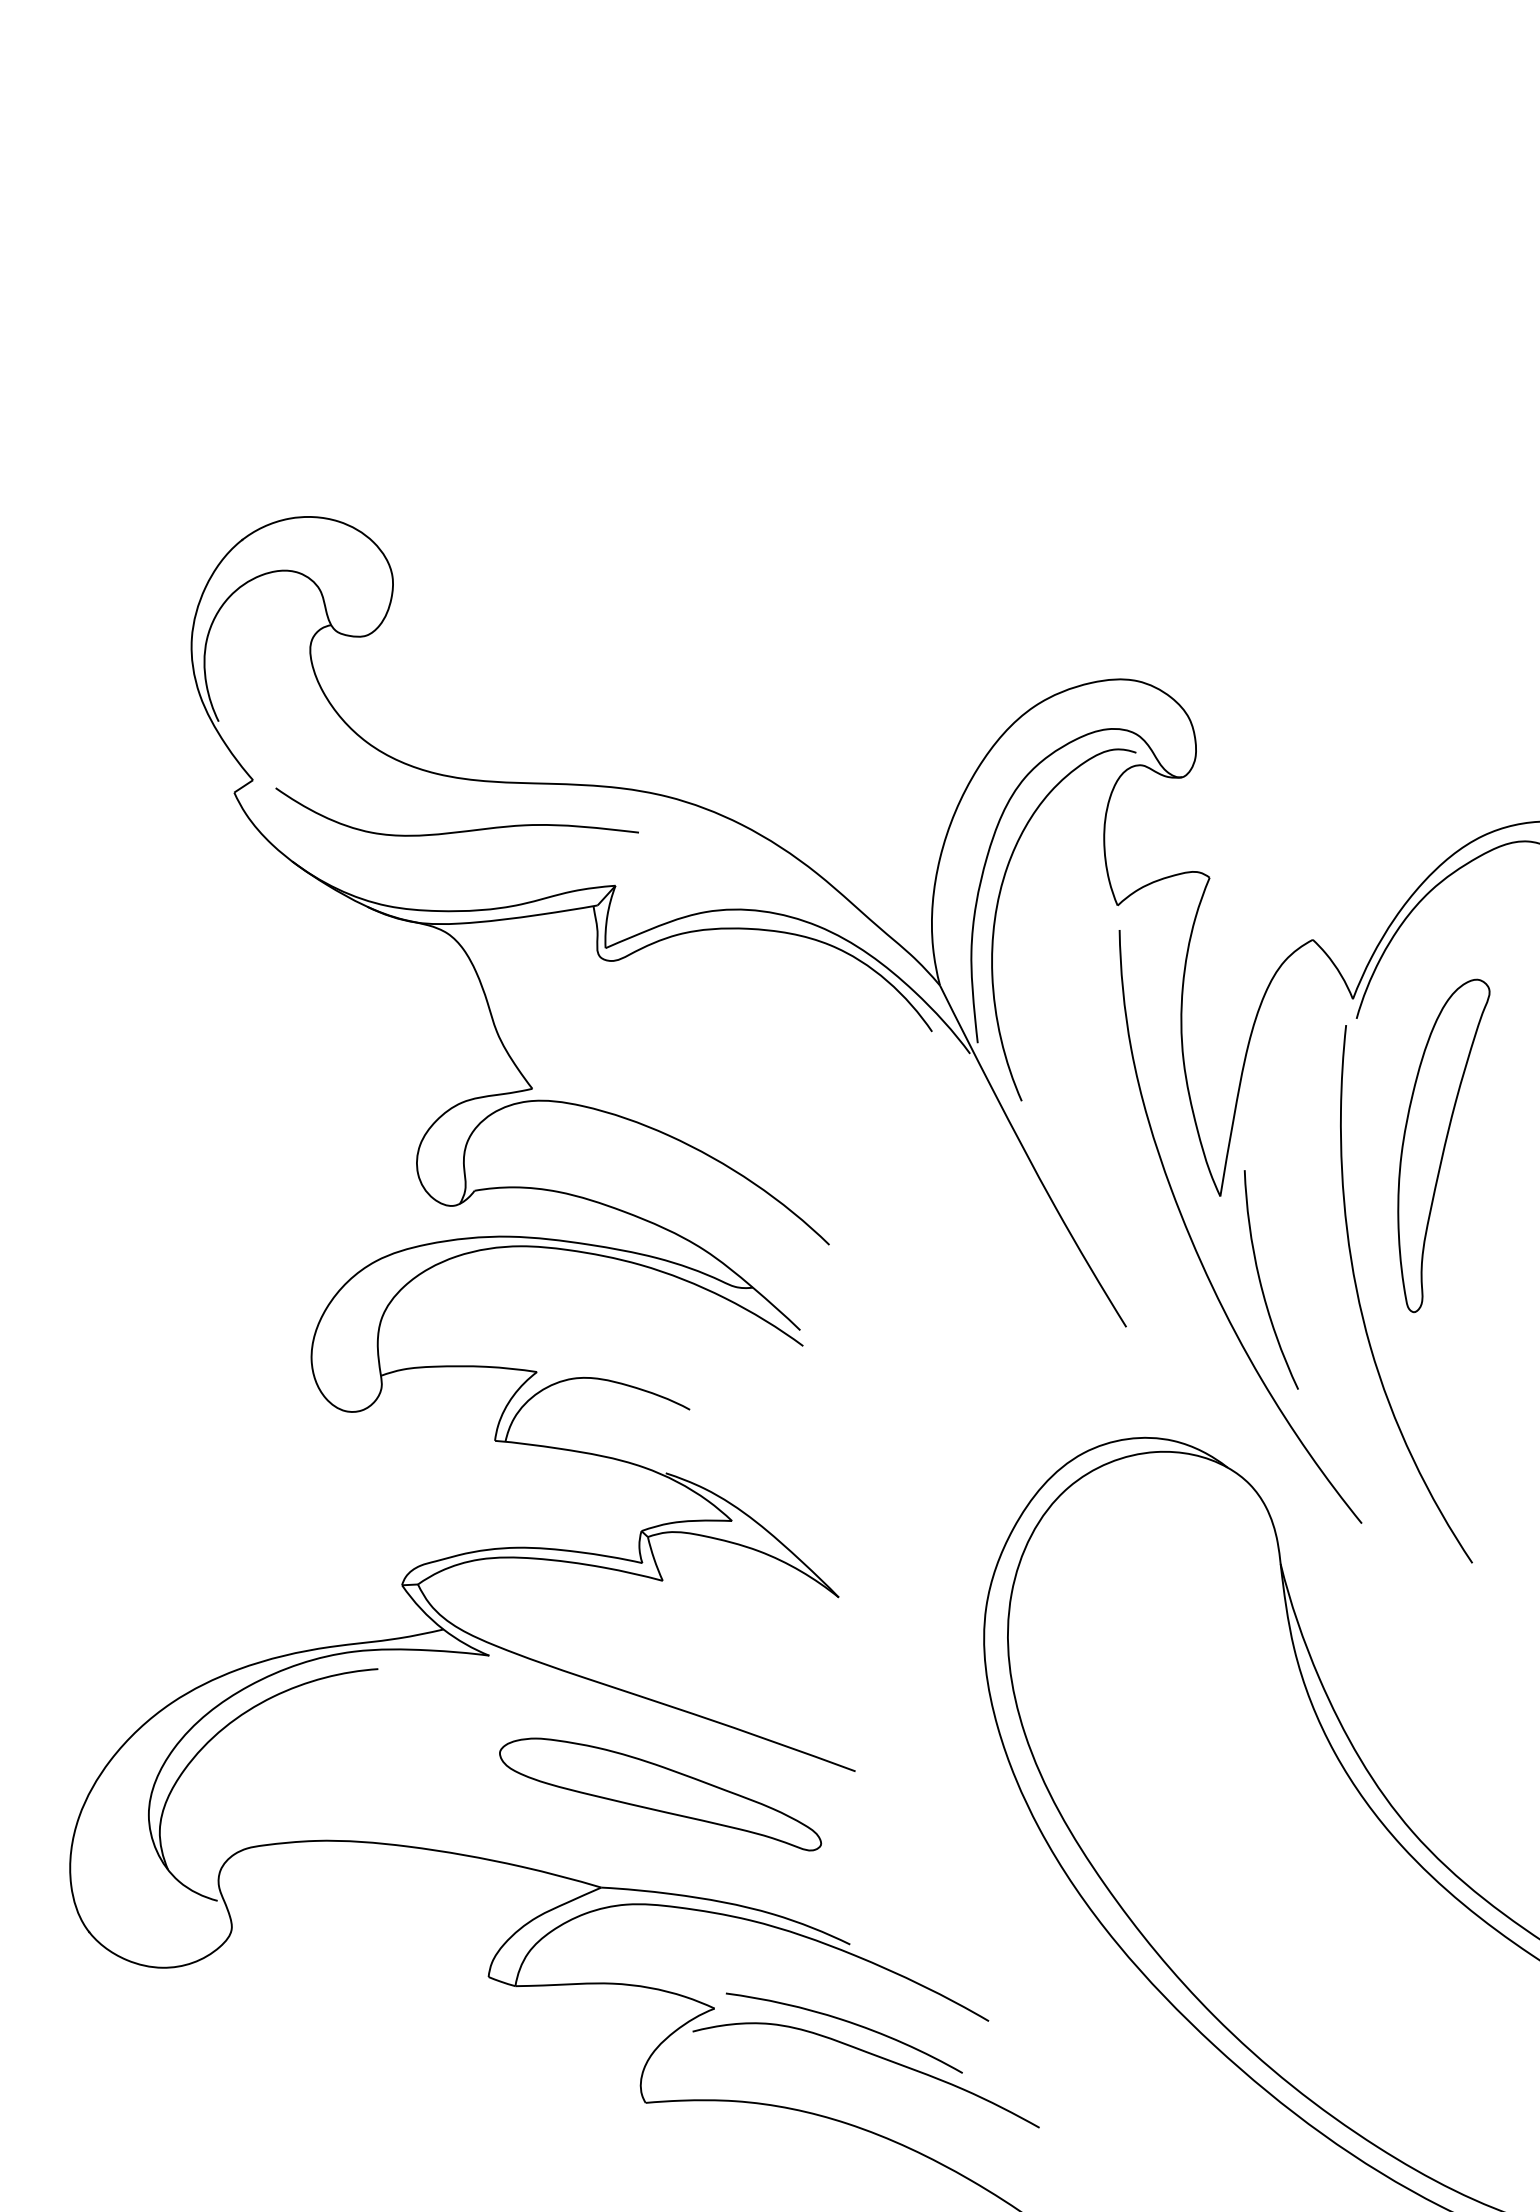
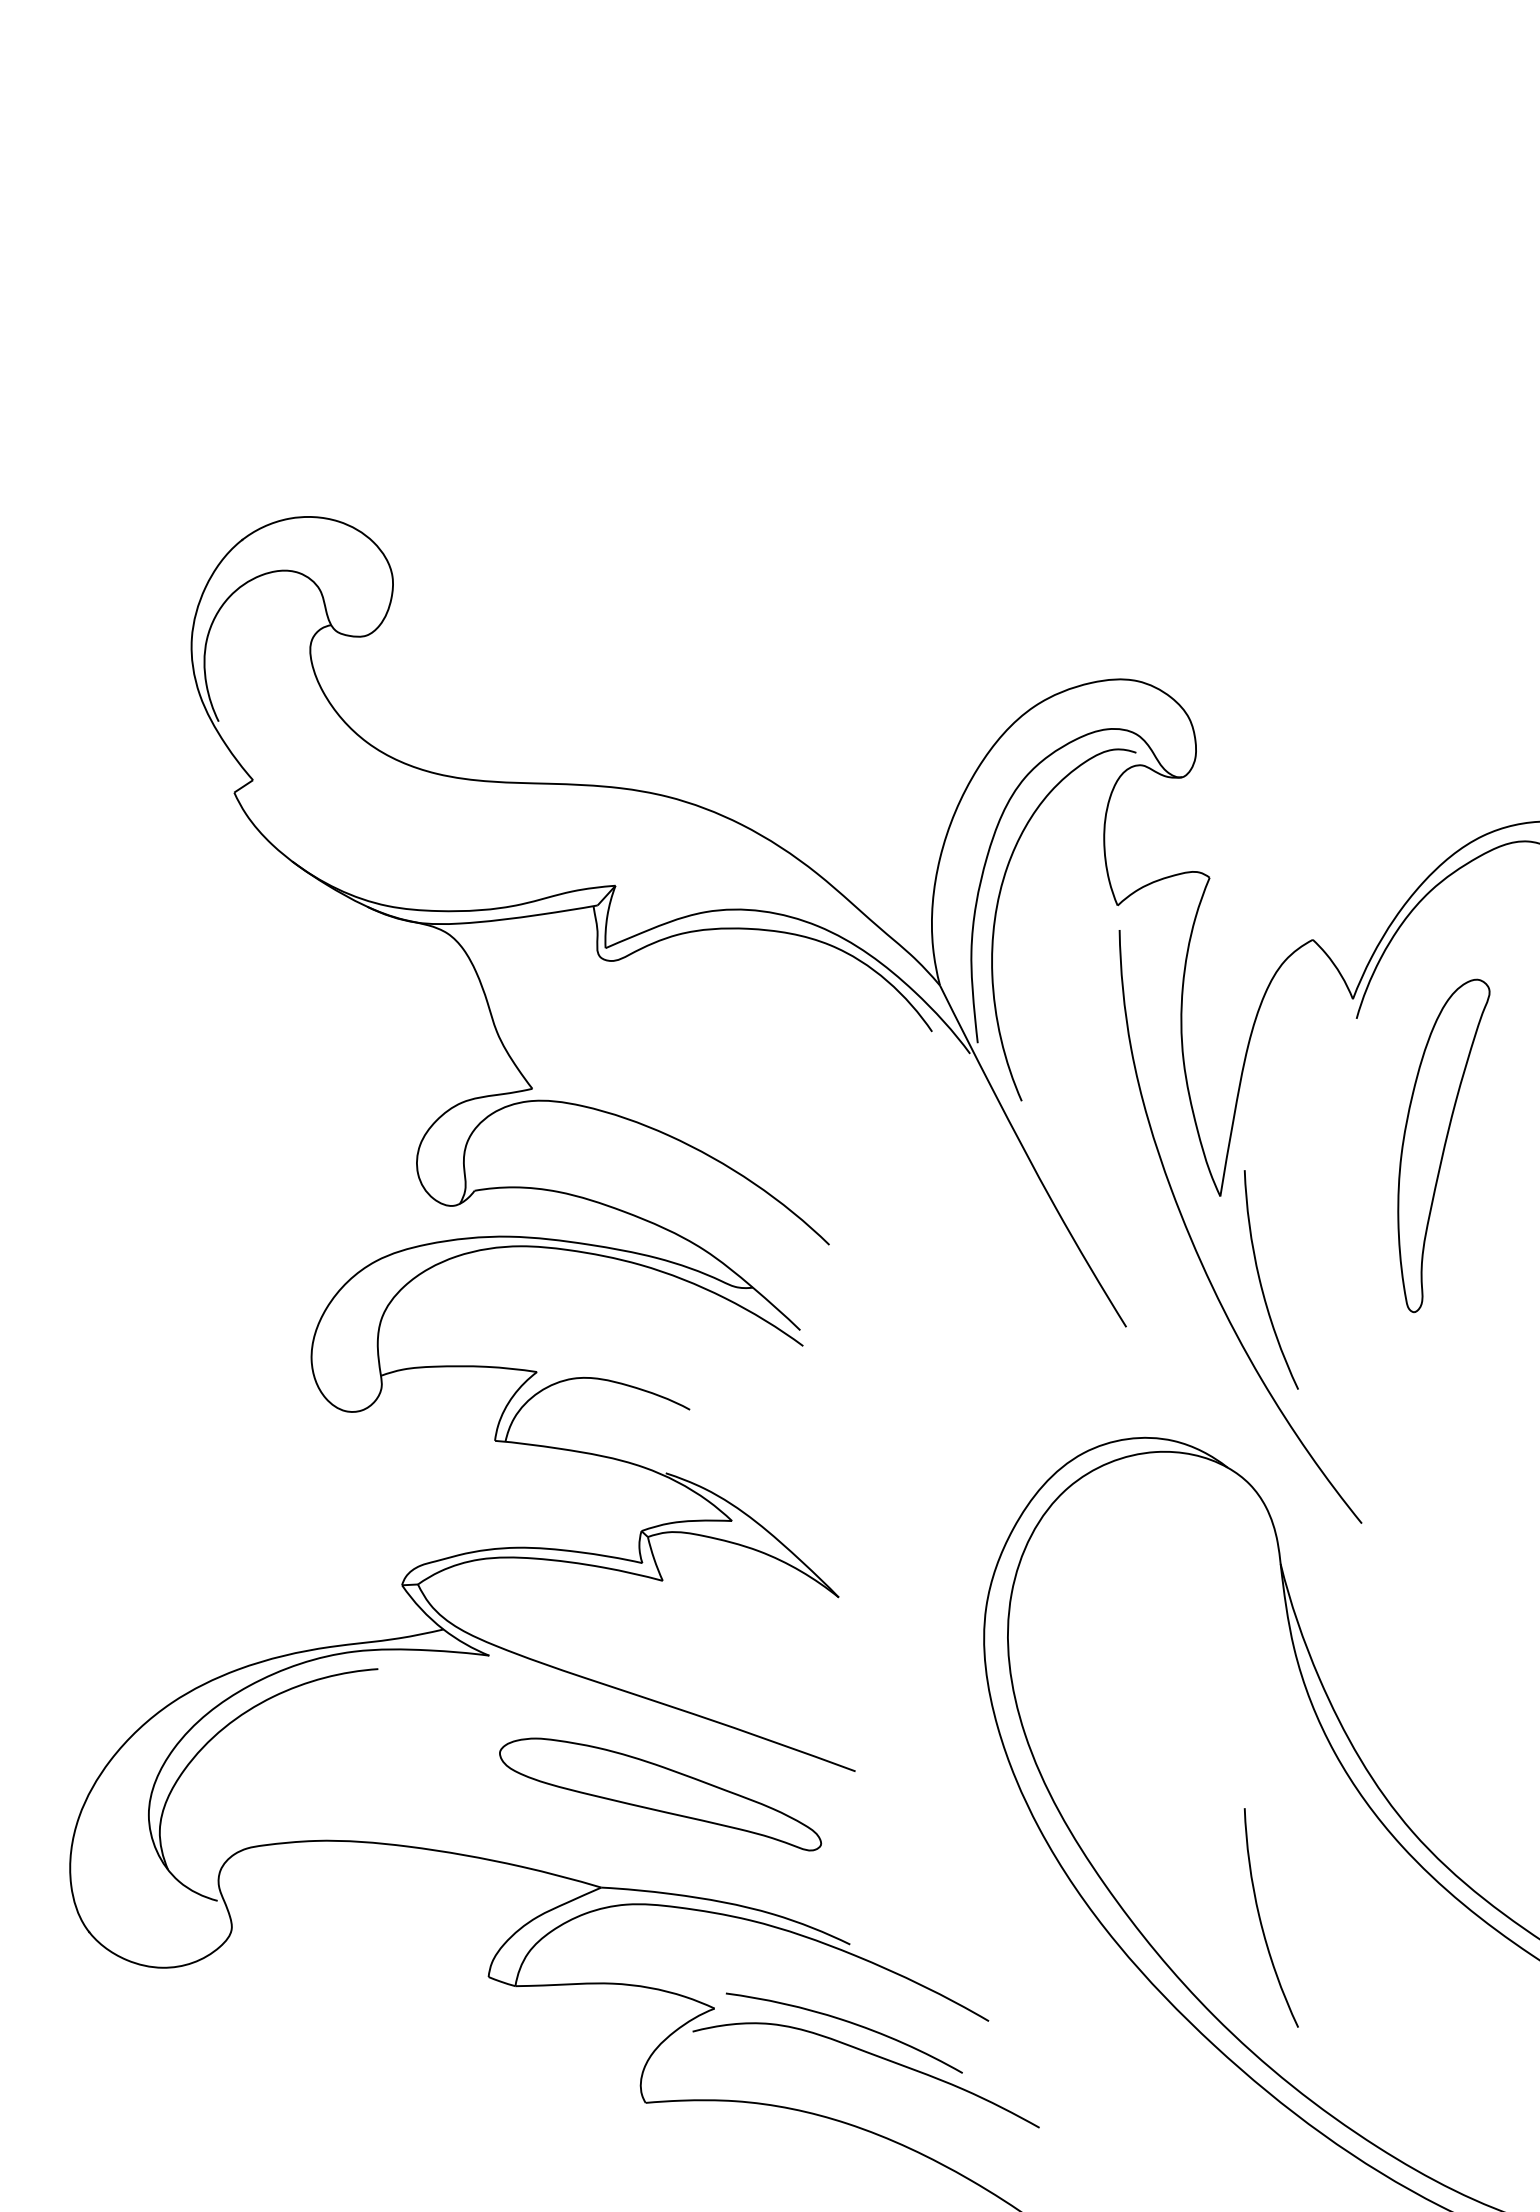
curve at (461, 830): present -> none
curve at (1361, 1306): present -> none
curve at (1261, 1920): none -> present
